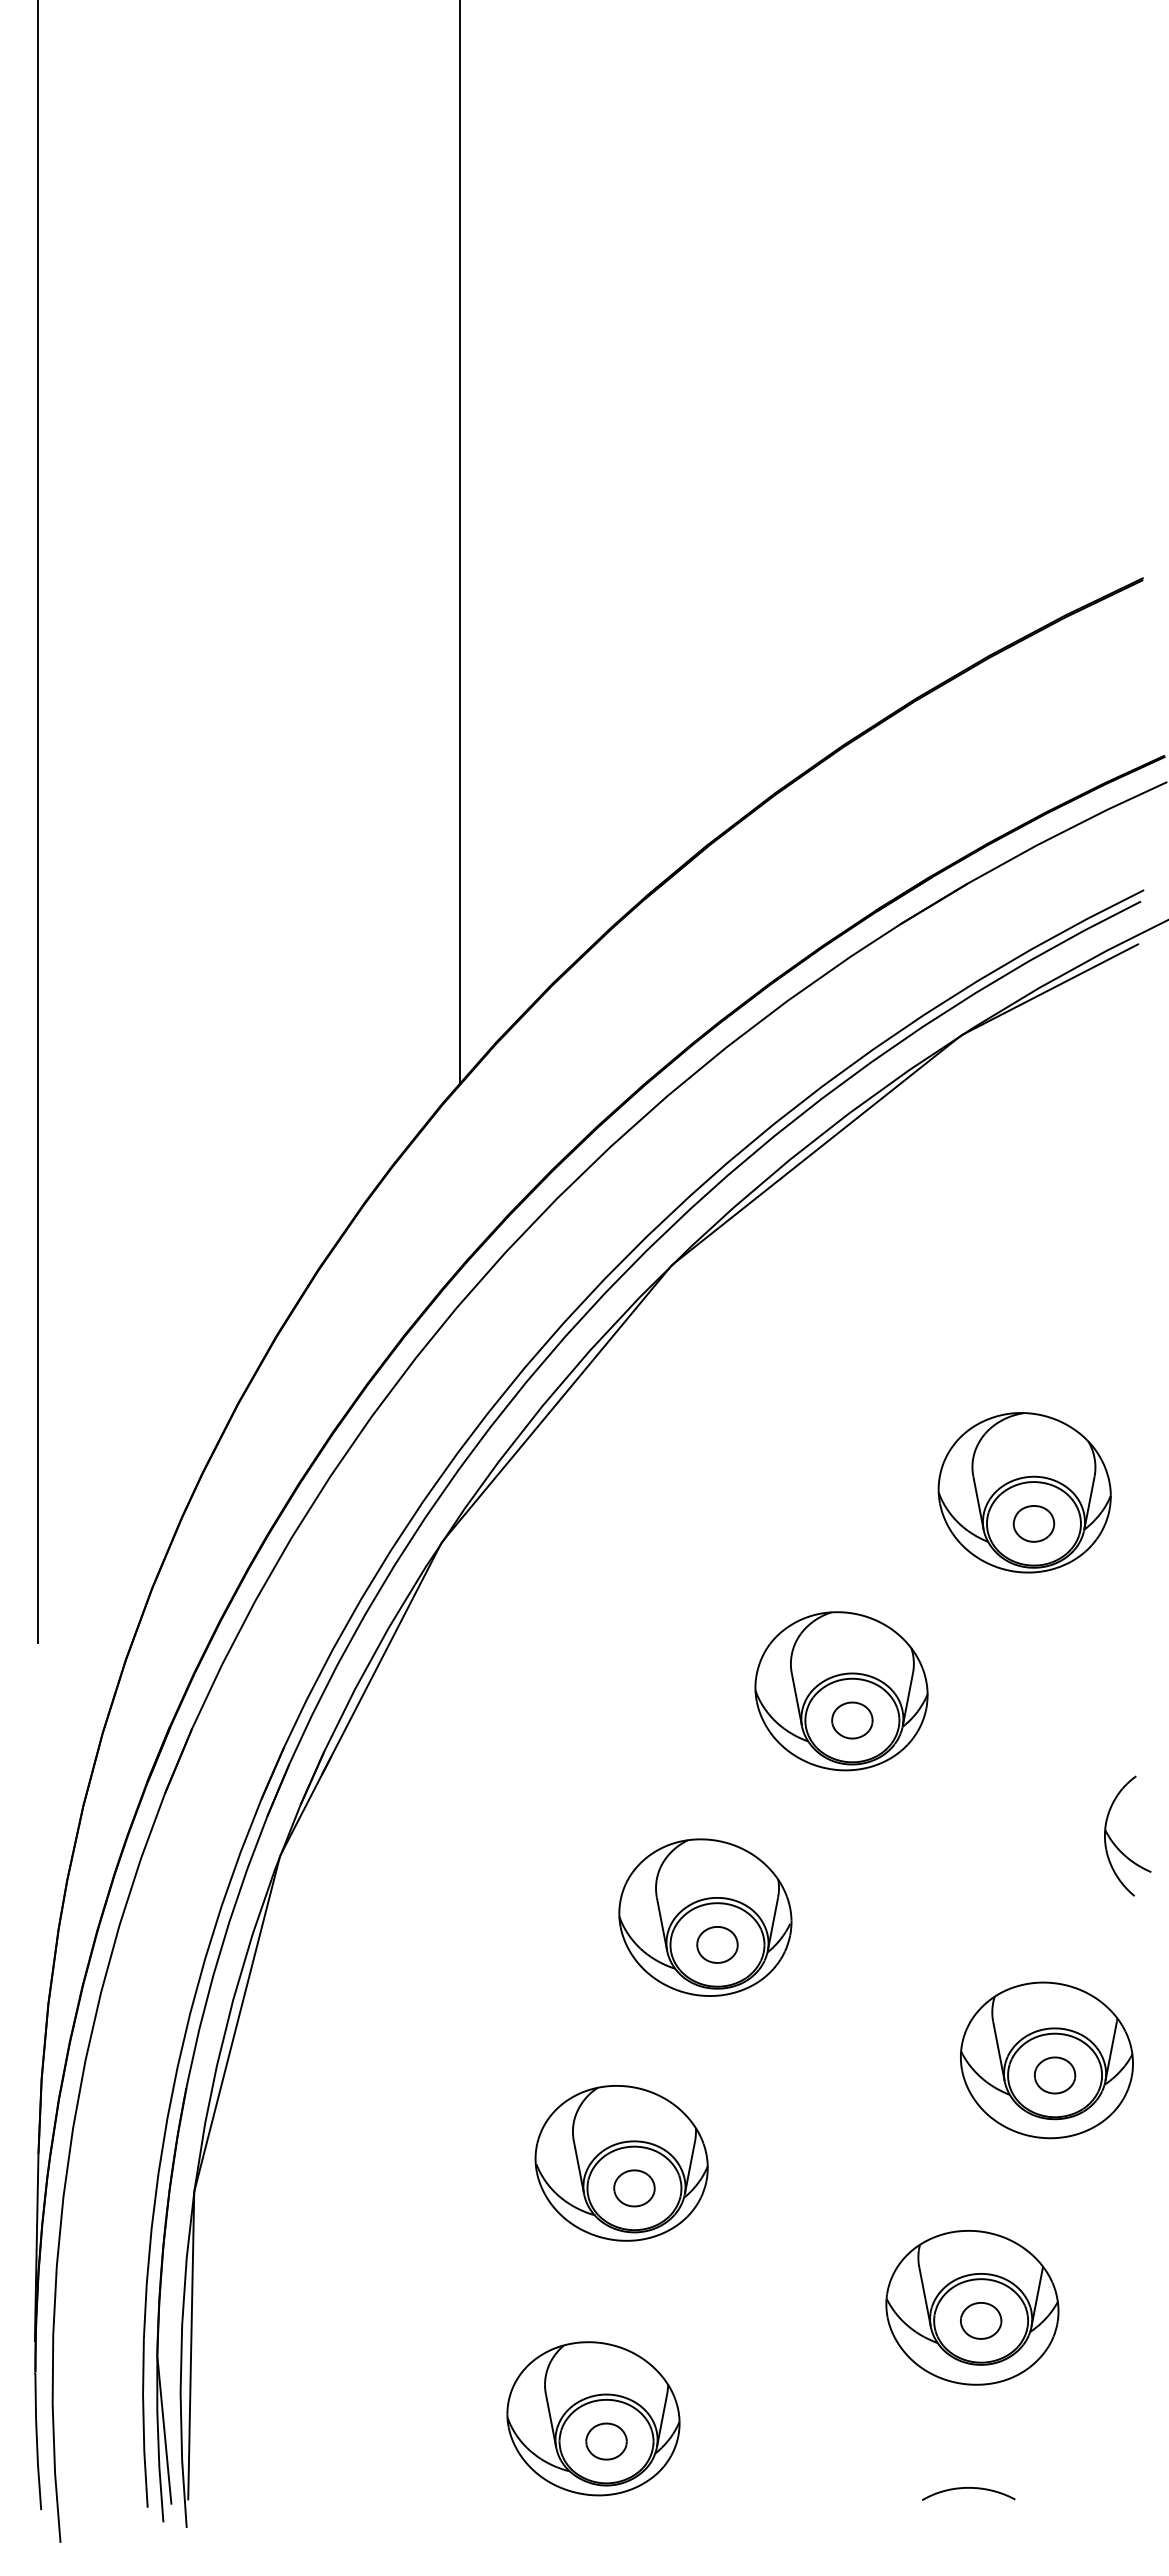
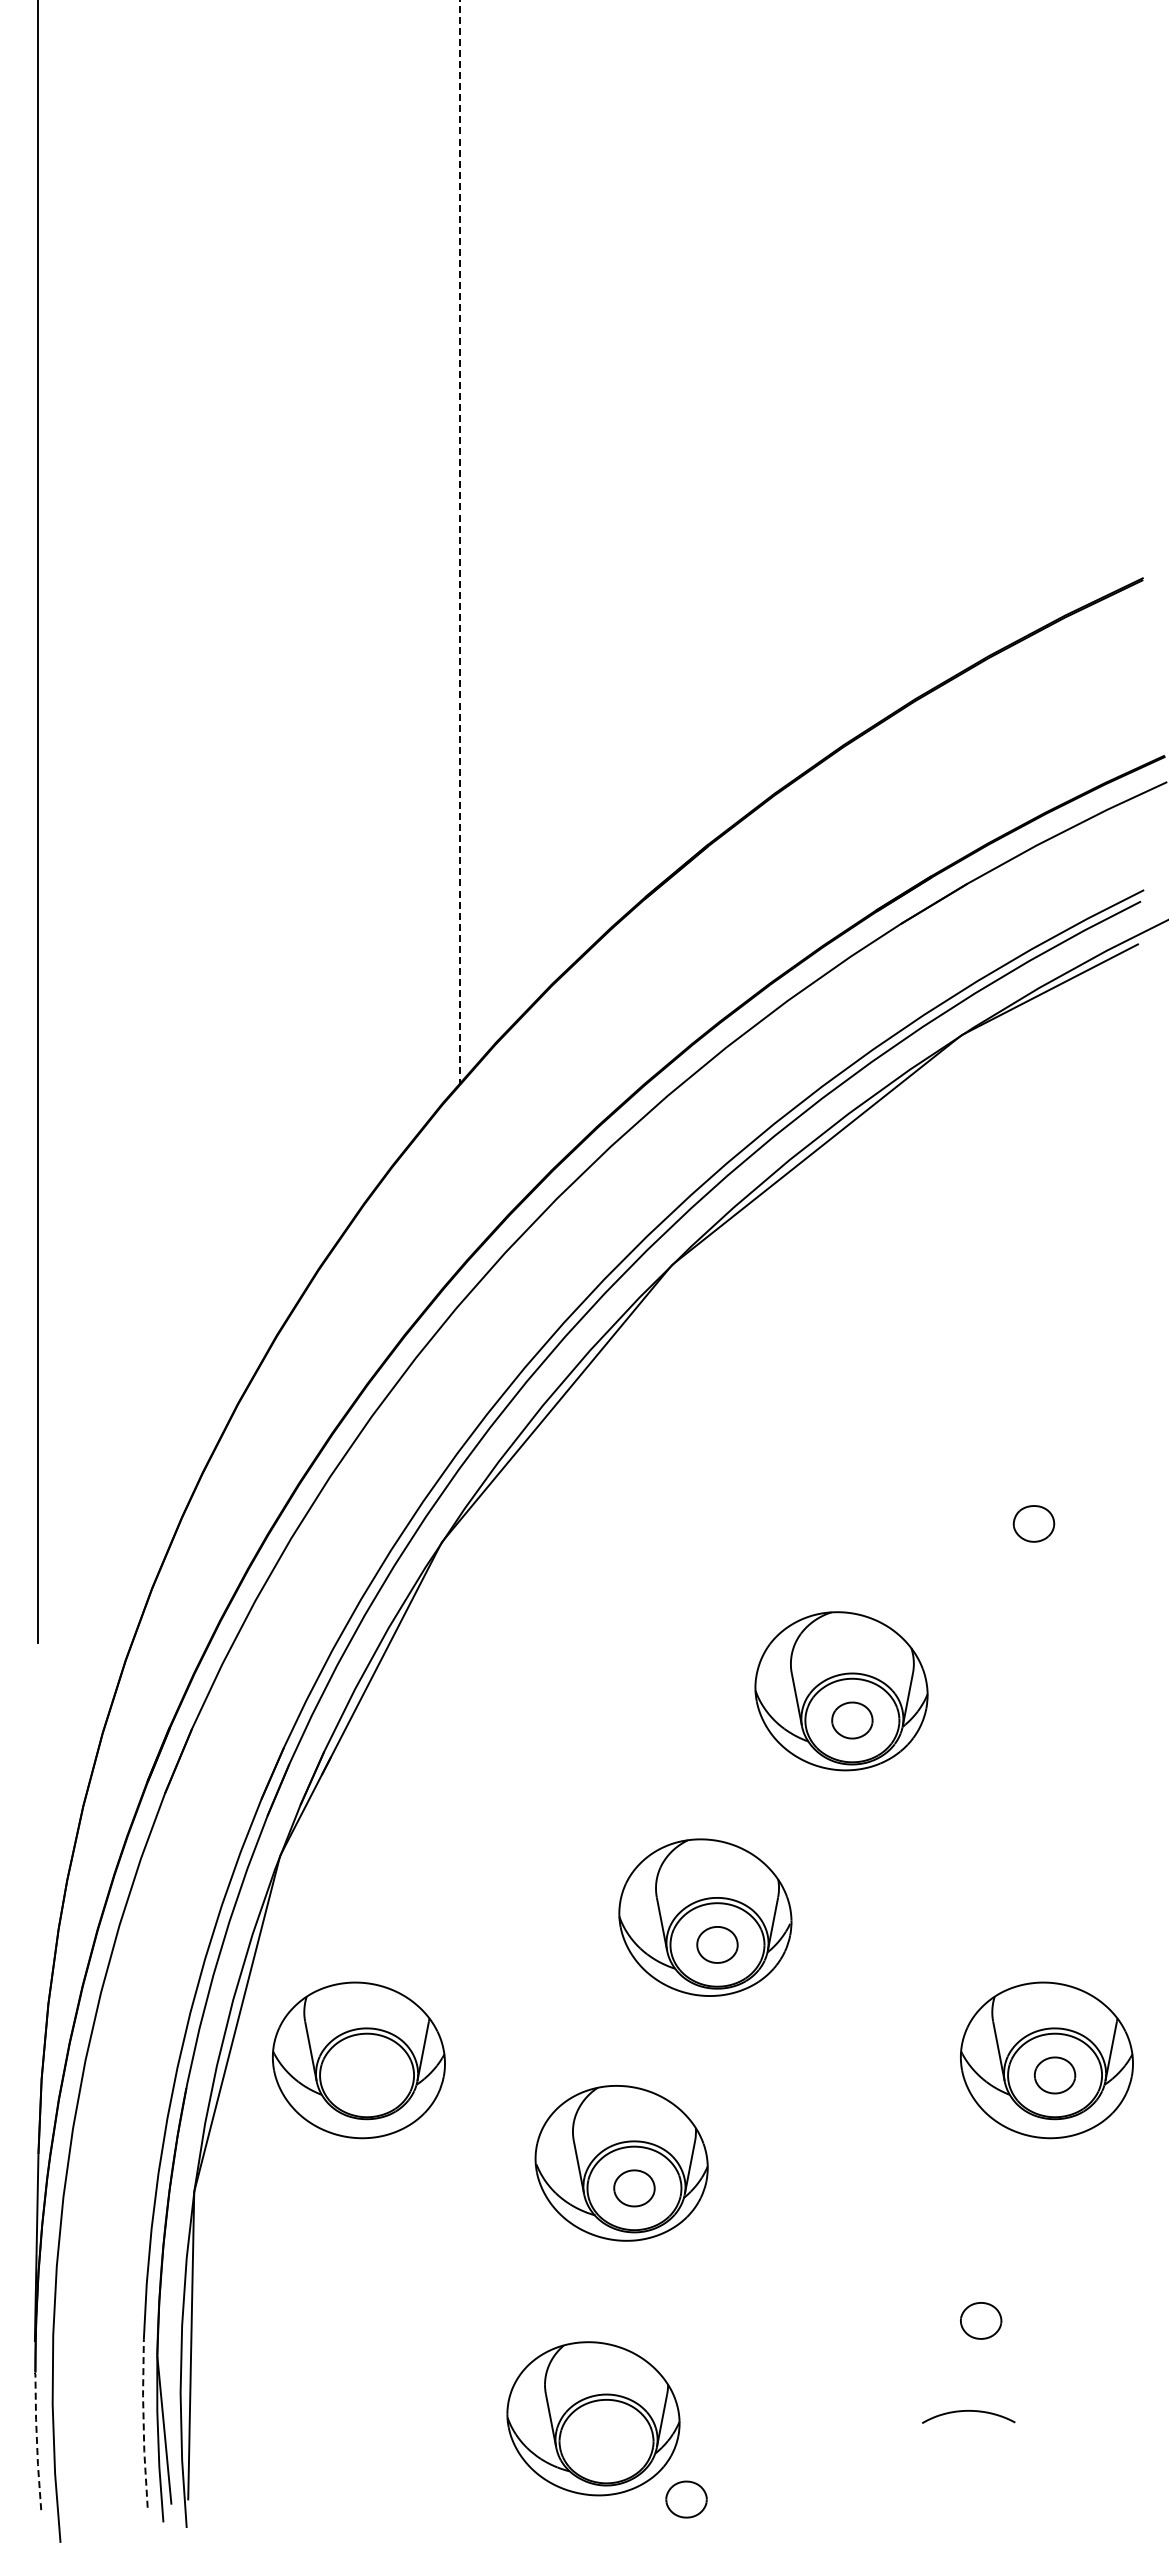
line at (460, 541): solid -> dashed
part at (1024, 1492): present -> none
part at (1114, 1842): present -> none
part at (358, 2060): none -> present
part at (972, 2307): present -> none
line at (143, 2423): solid -> dashed
line at (37, 2441): solid -> dashed
part at (606, 2441) position: (606, 2441) -> (686, 2499)
curve at (968, 2488) position: (968, 2488) -> (968, 2411)
